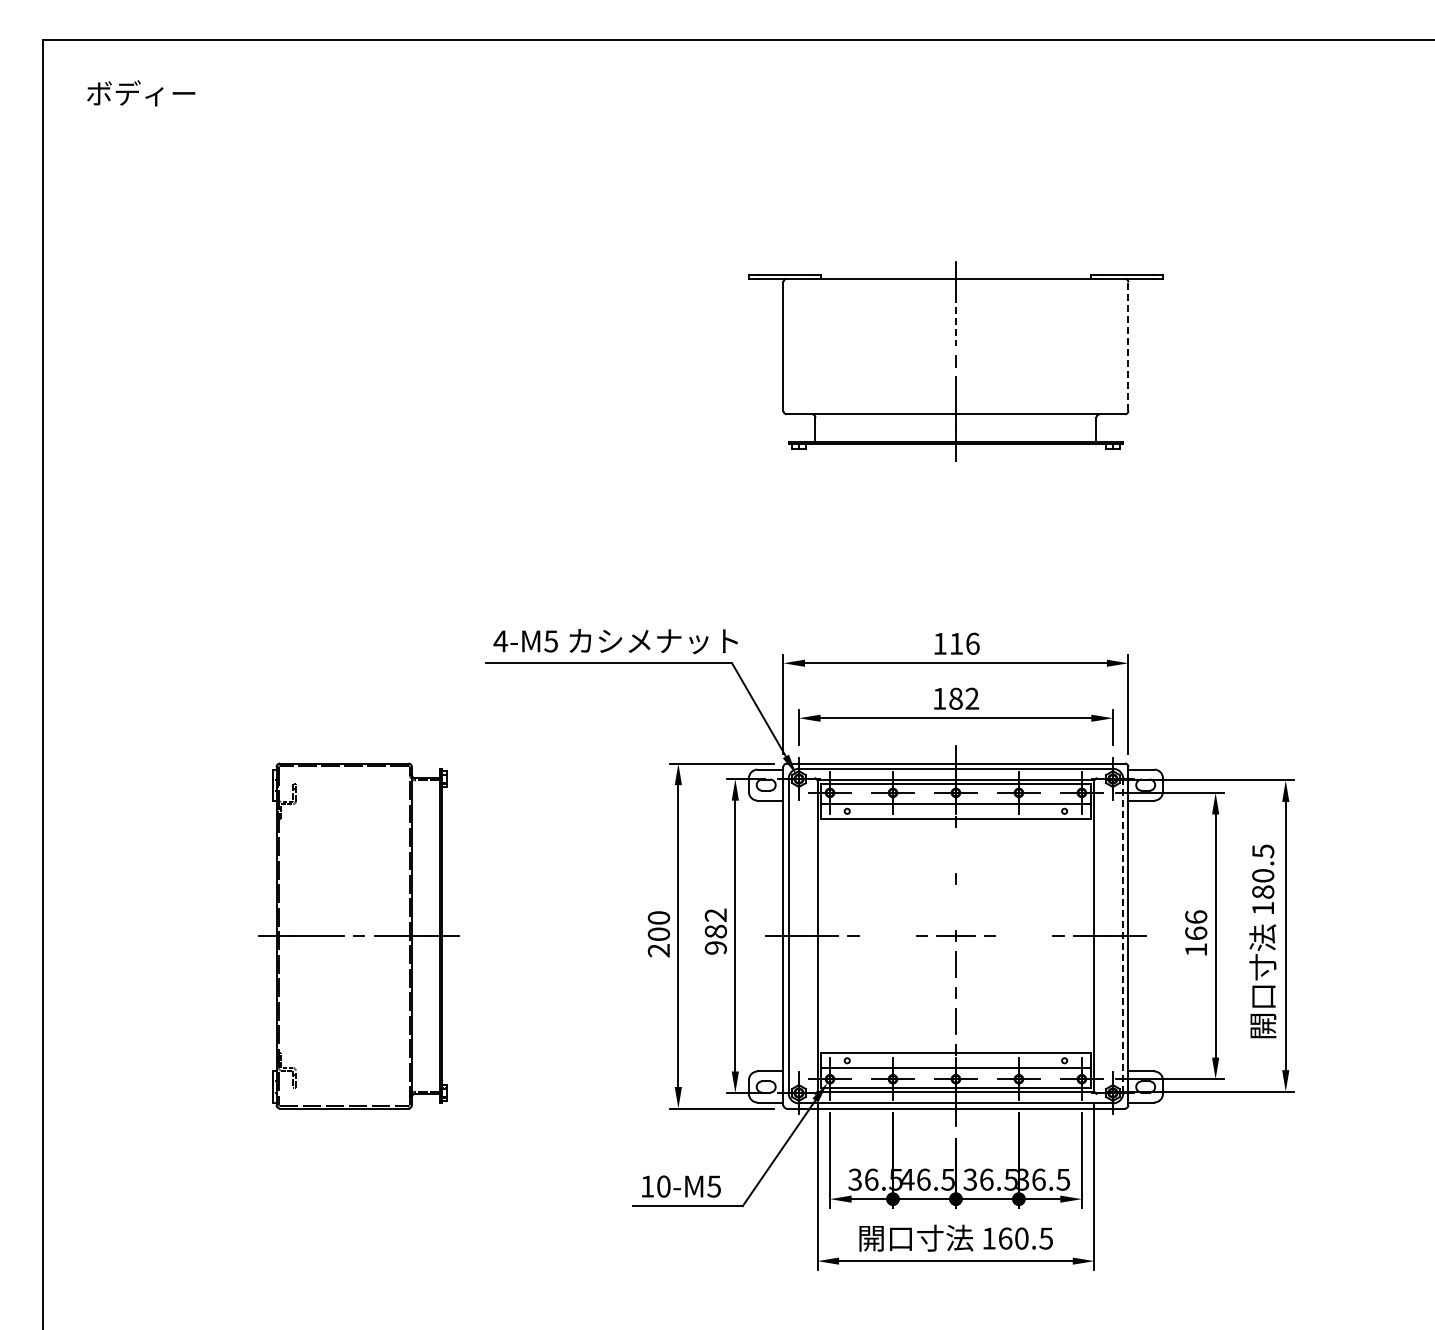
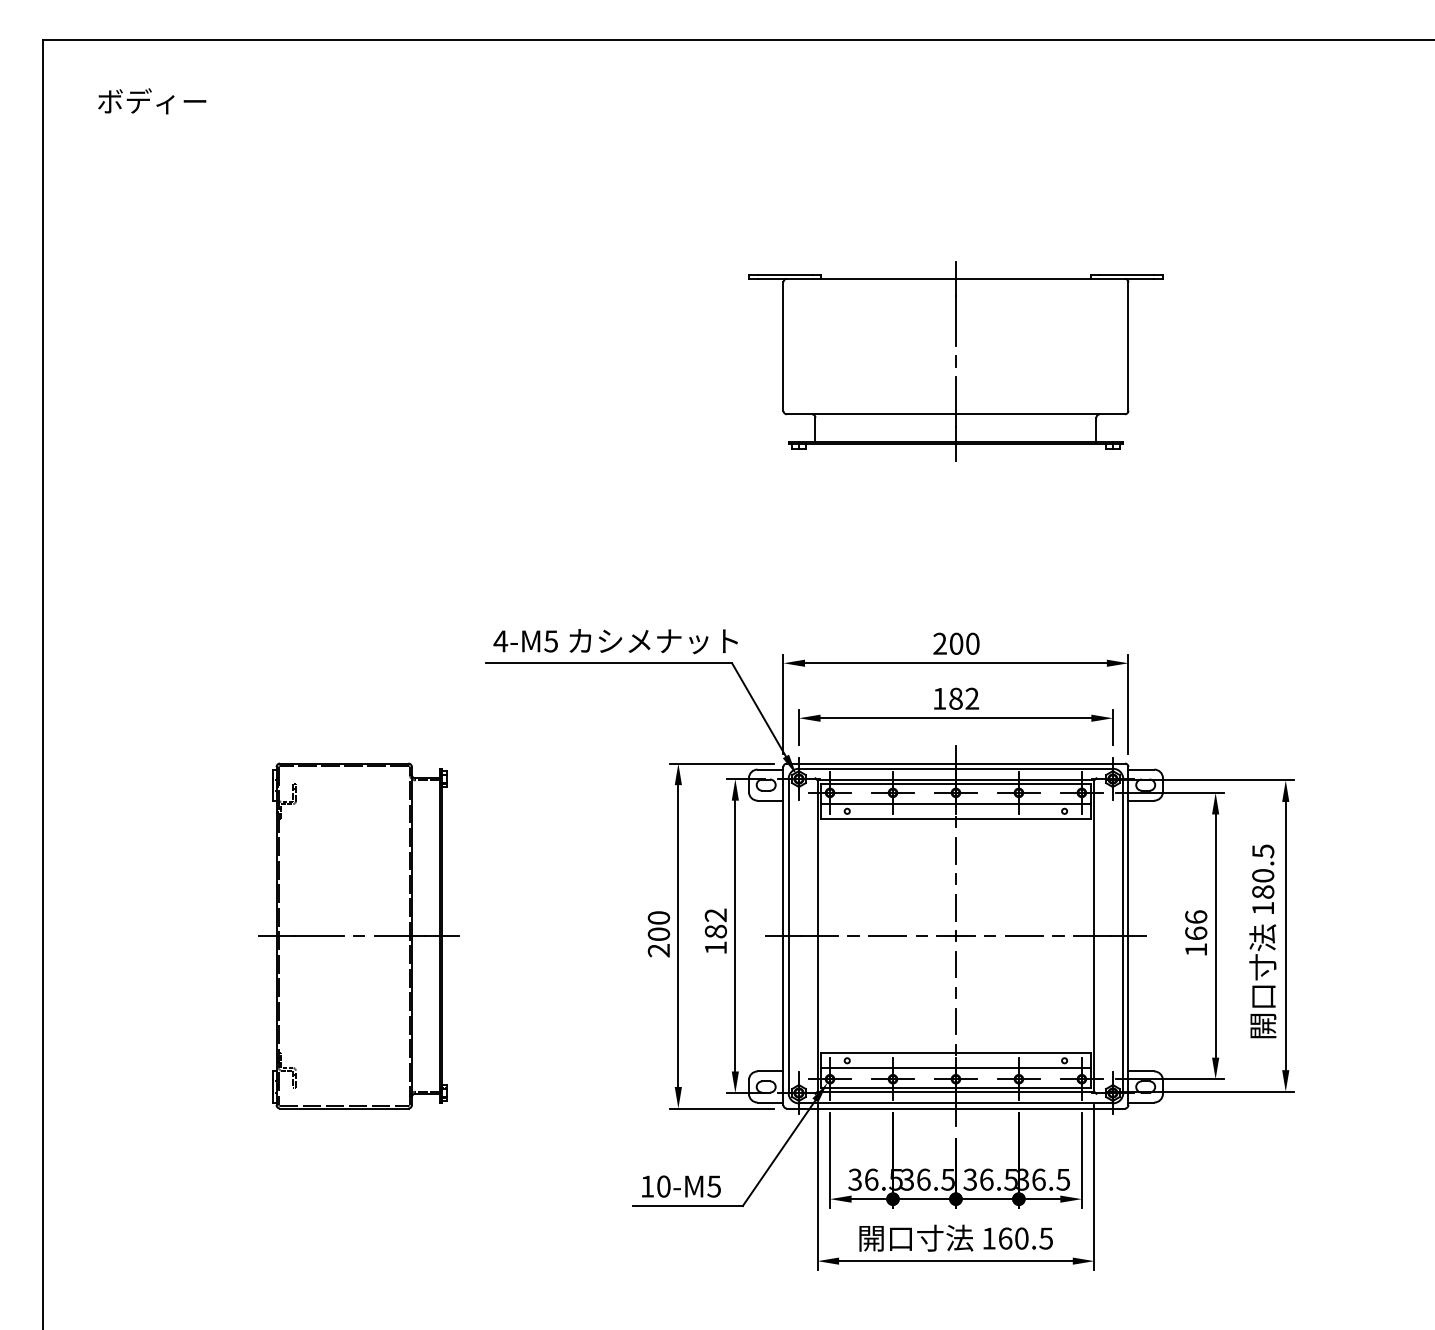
text at (141, 93) position: (141, 93) -> (152, 101)
line at (955, 321): dashed -> solid
line at (1128, 346): dashed -> solid
text at (956, 643): 116 -> 200
line at (955, 850): none -> present
line at (955, 907): none -> present
line at (887, 936): none -> present
line at (1023, 936): none -> present
line at (1123, 936): dashed -> solid
text at (715, 947): 982 -> 182
text at (907, 1179): 46.5 -> 36.5
